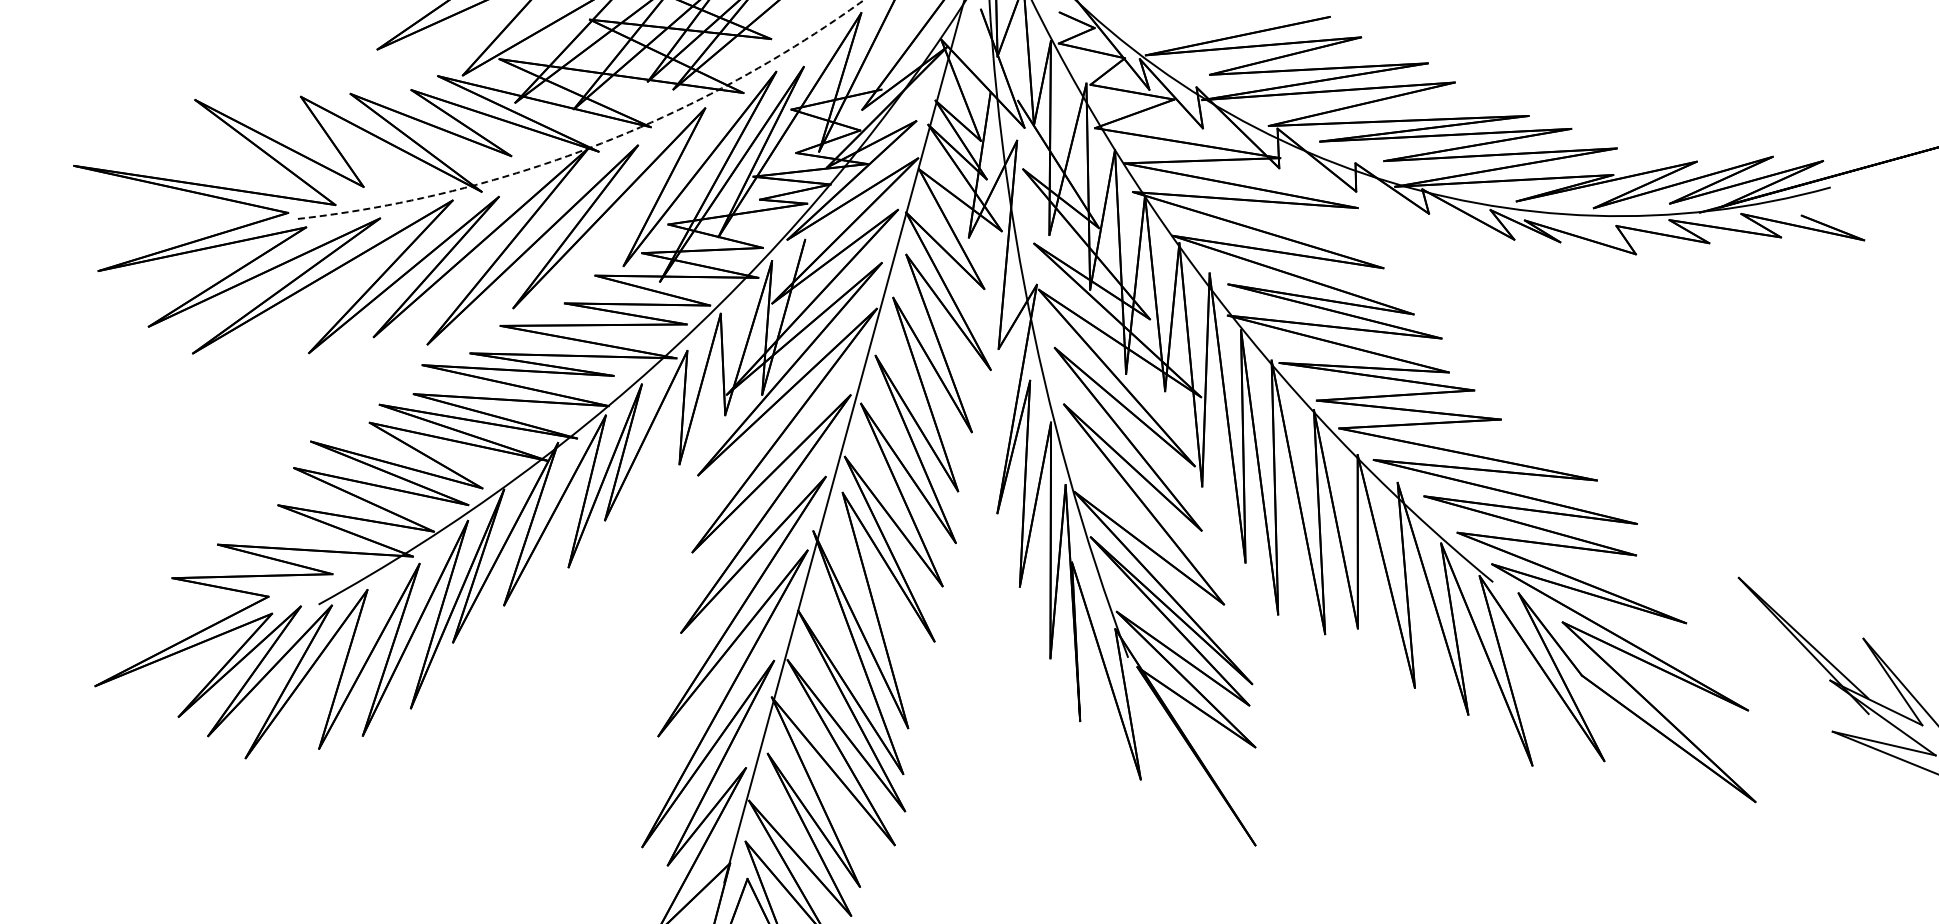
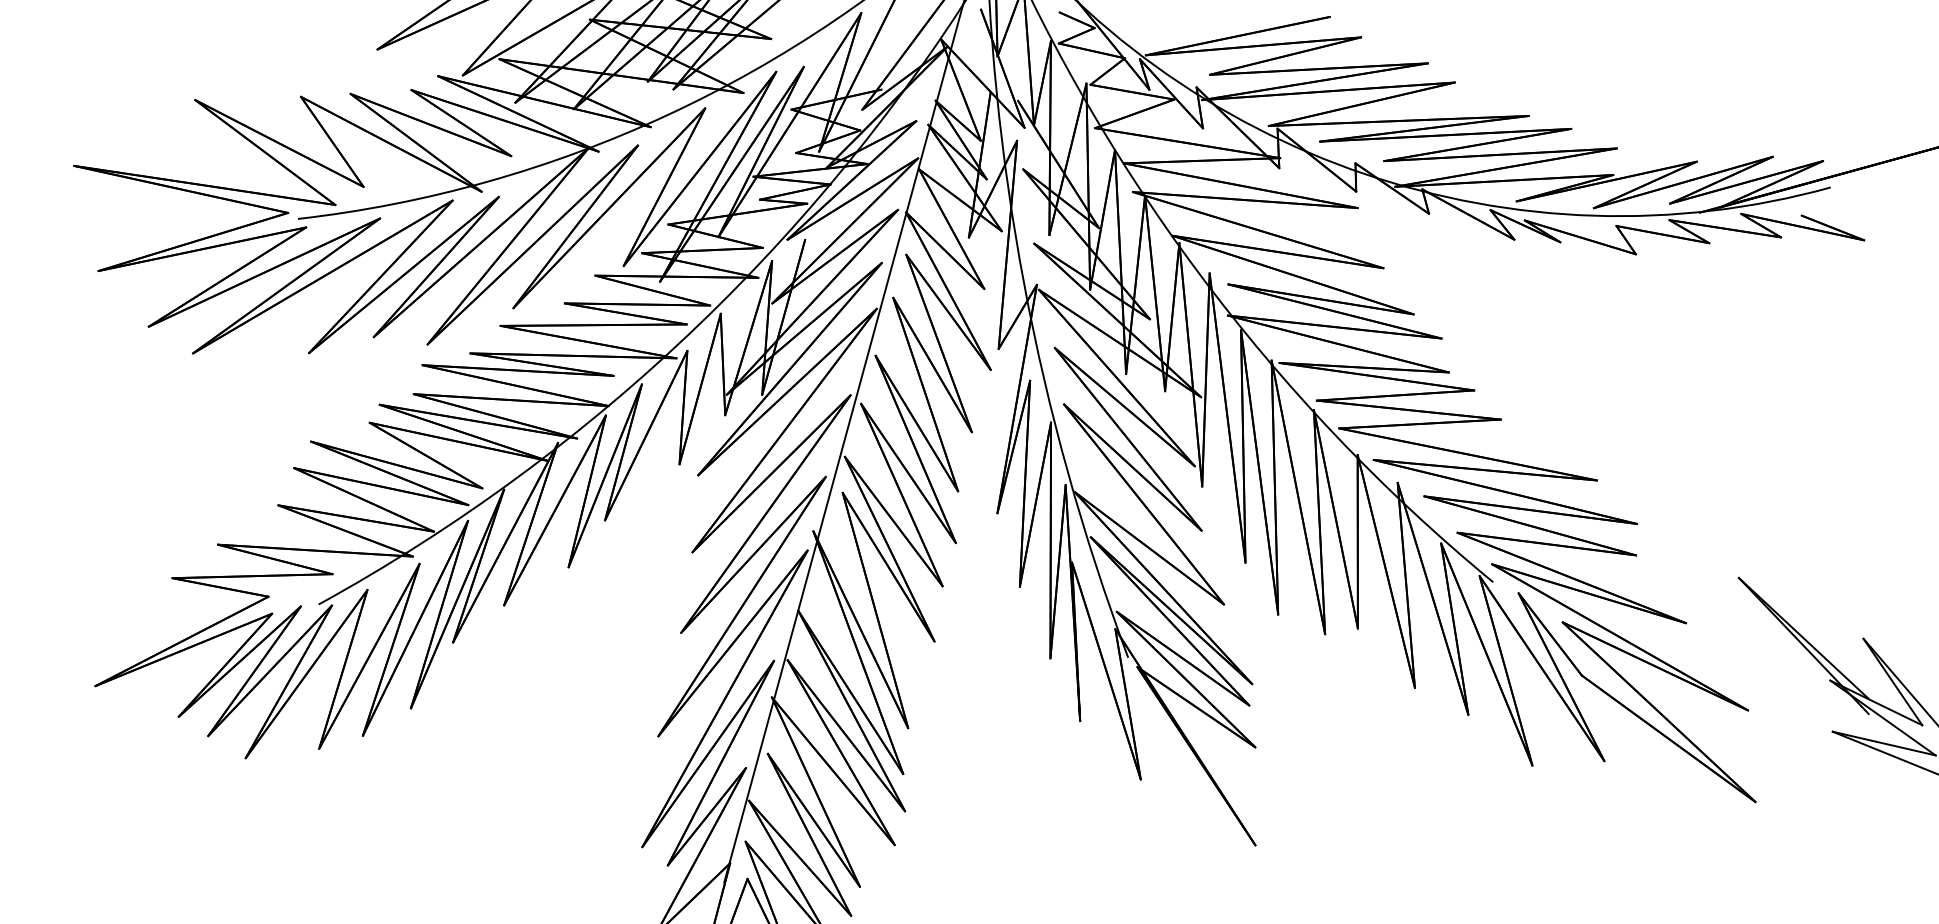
arc at (596, 145): dashed -> solid
